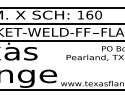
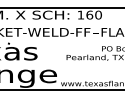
line at (61, 24): present -> none
line at (61, 40): present -> none
